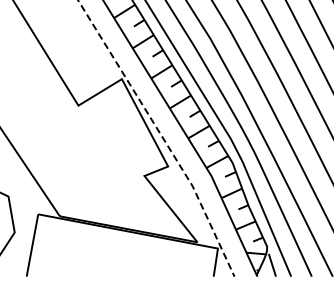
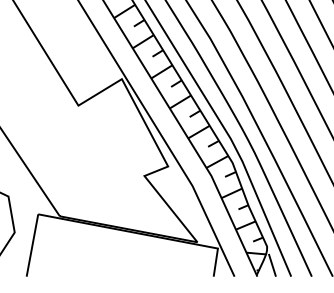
line at (161, 136): dashed -> solid
